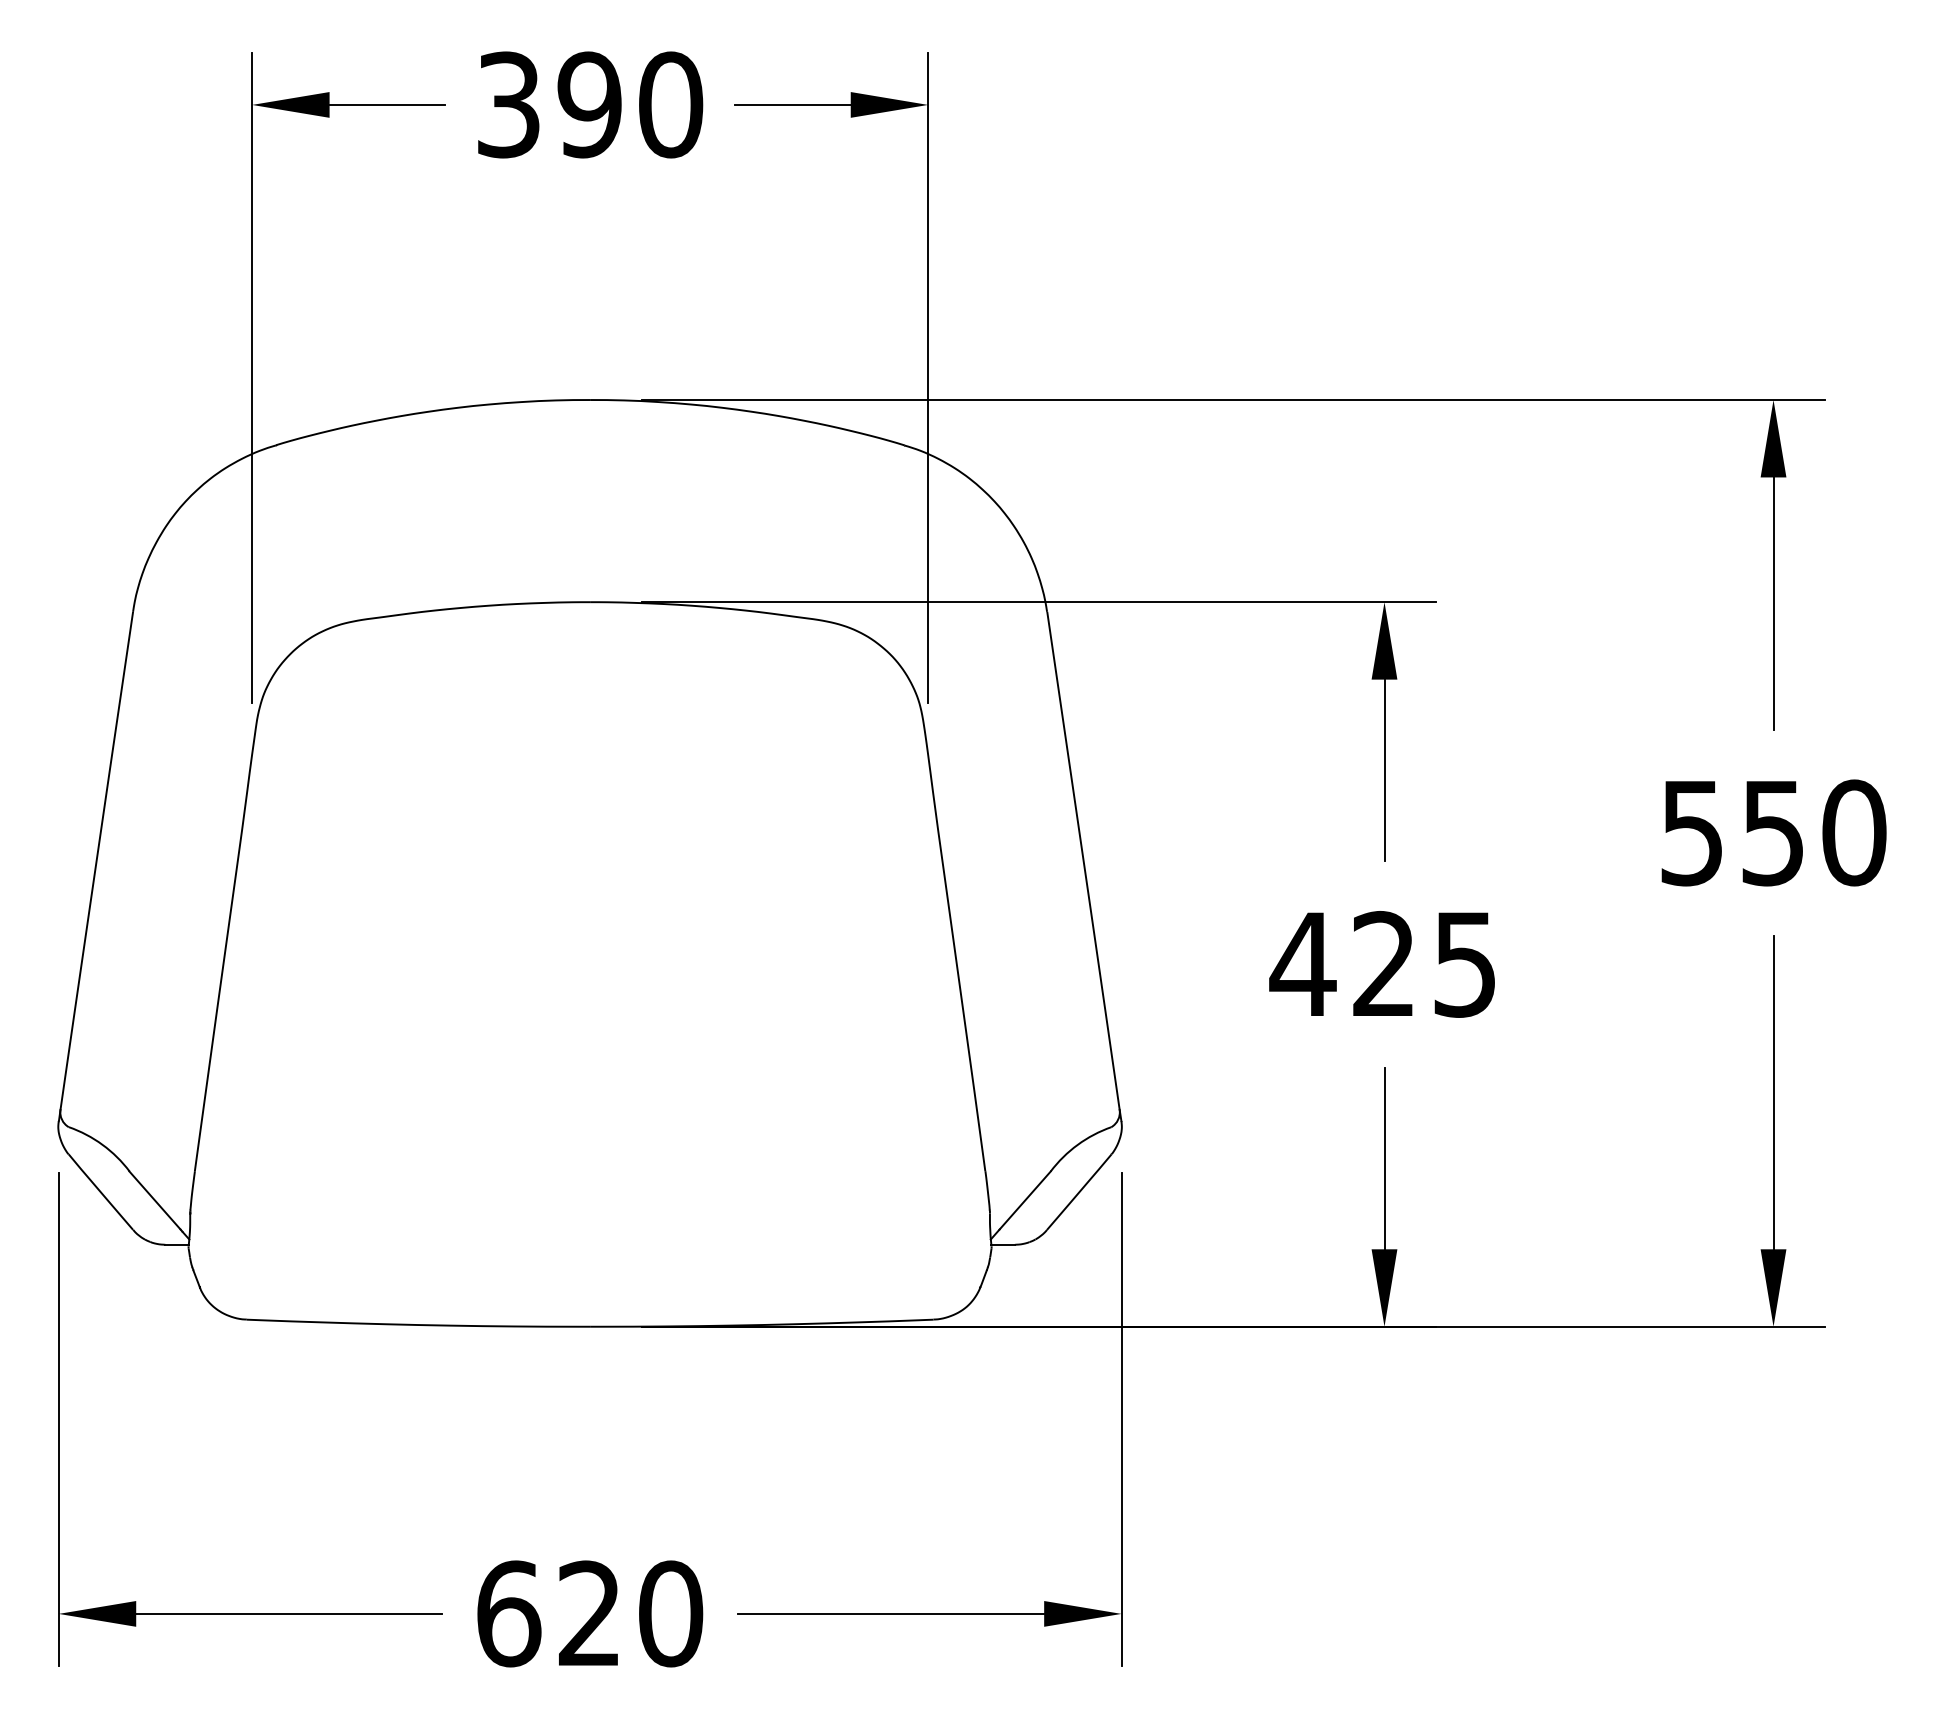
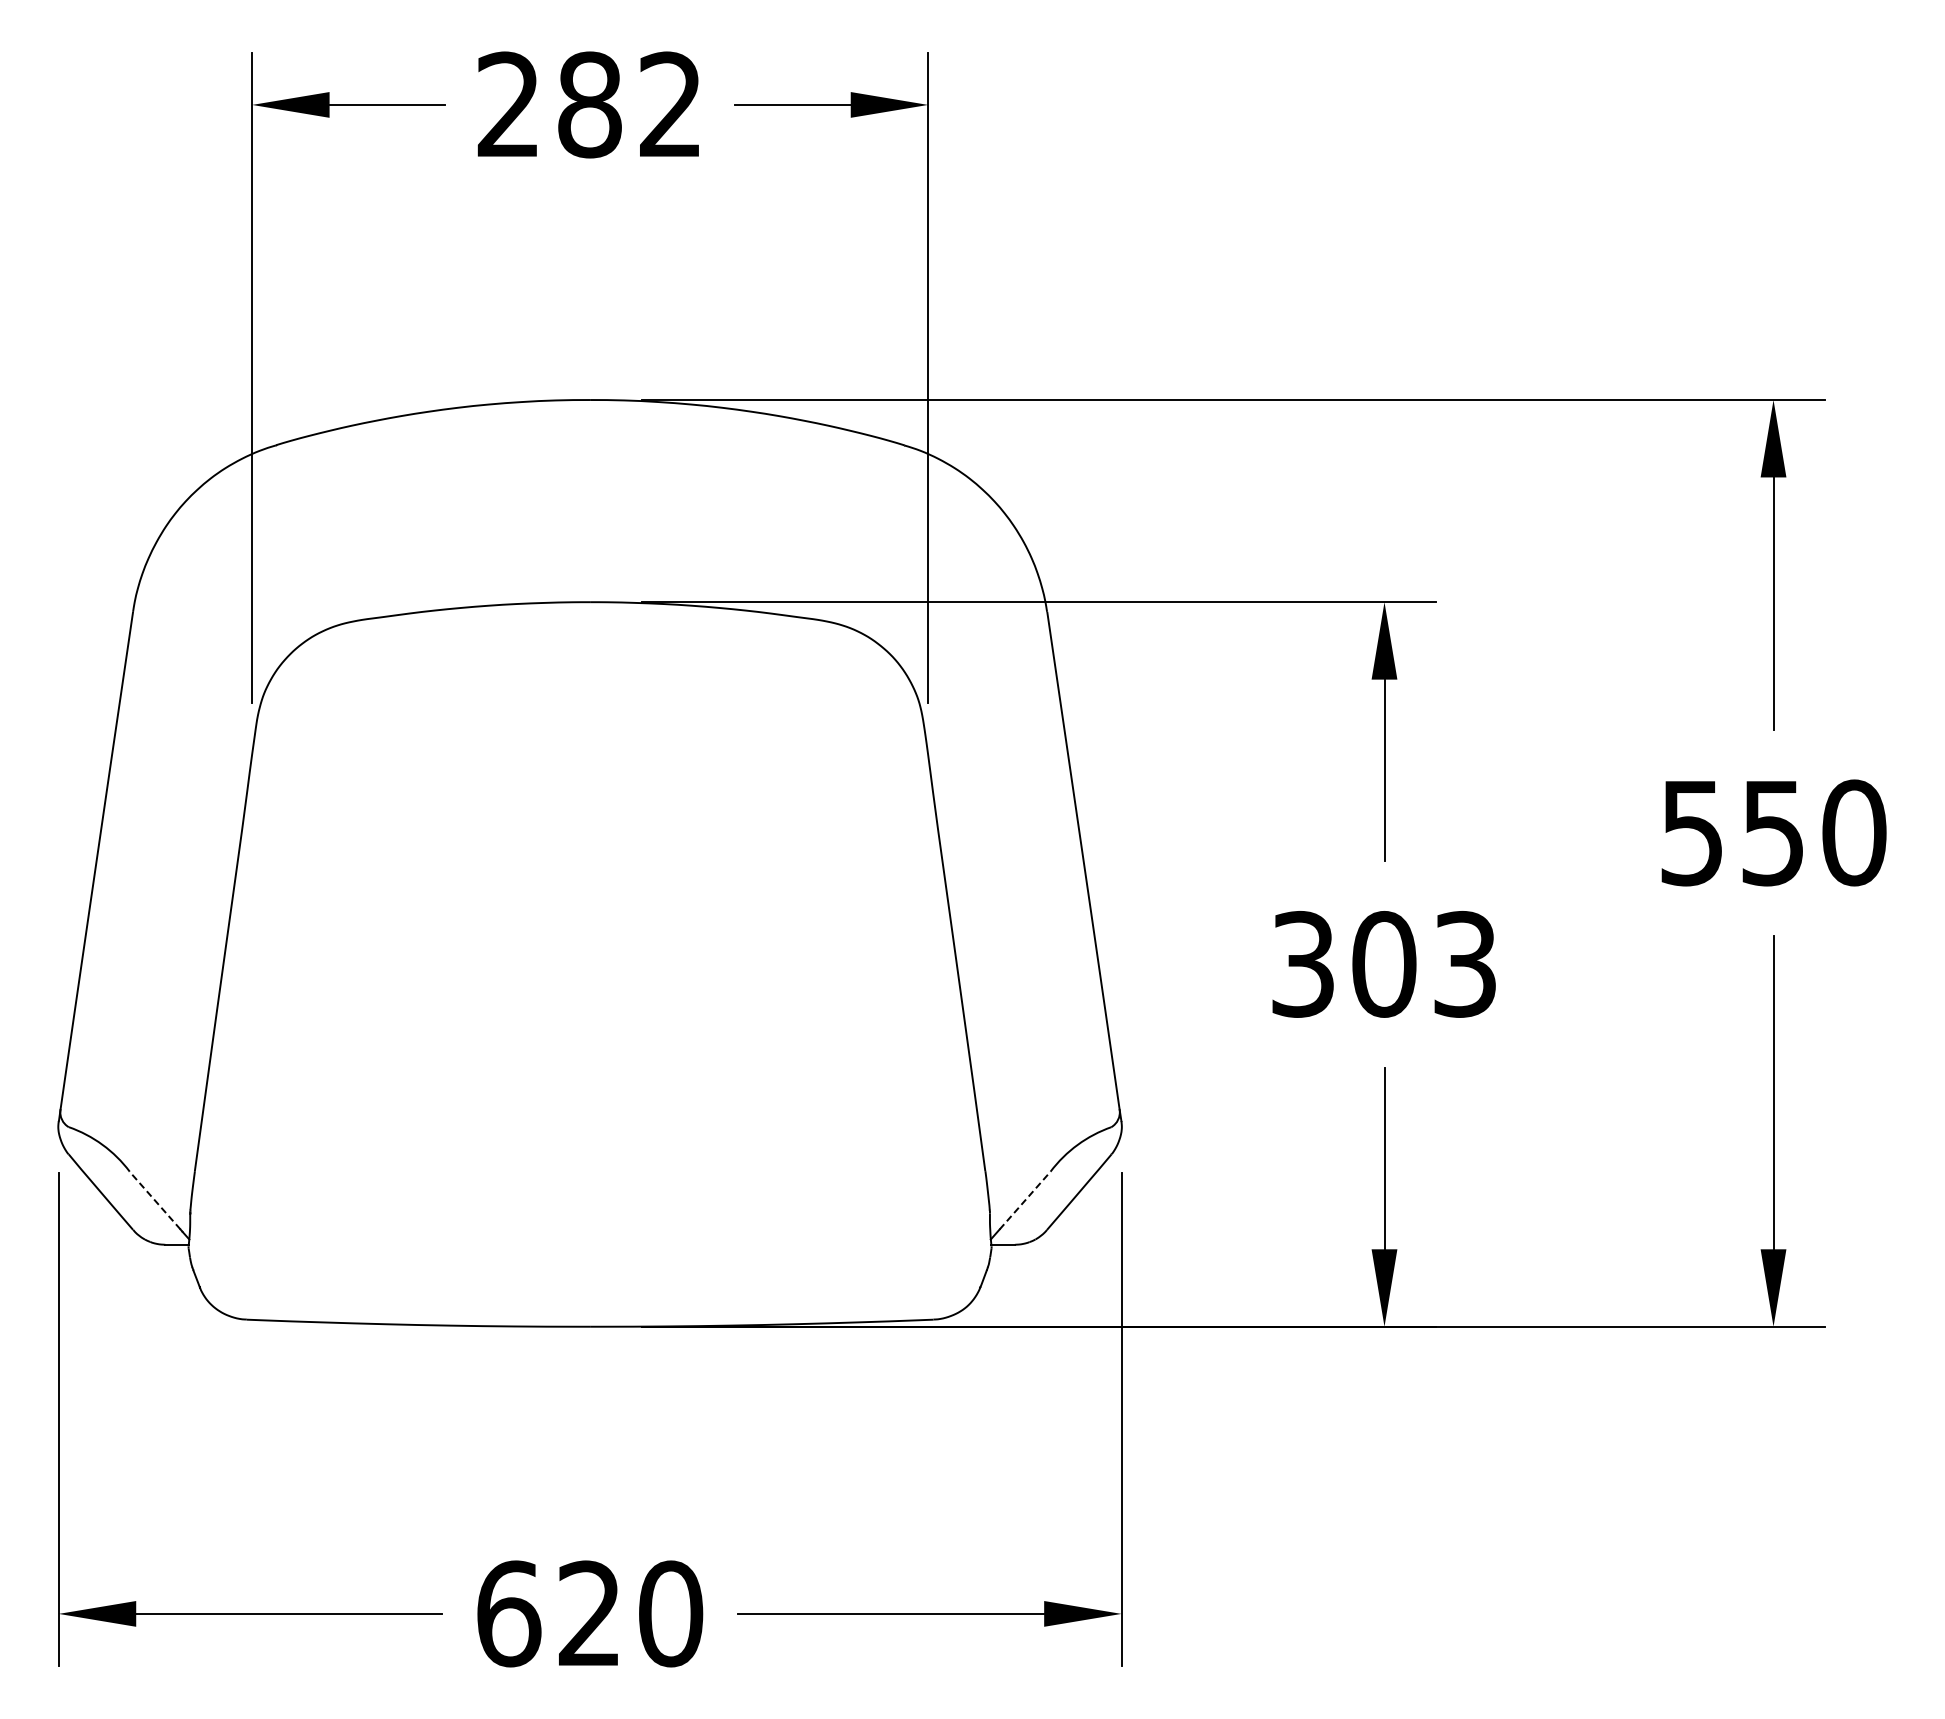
text at (590, 104): 390 -> 282
text at (1382, 964): 425 -> 303
line at (155, 1200): solid -> dashed
line at (1025, 1200): solid -> dashed
